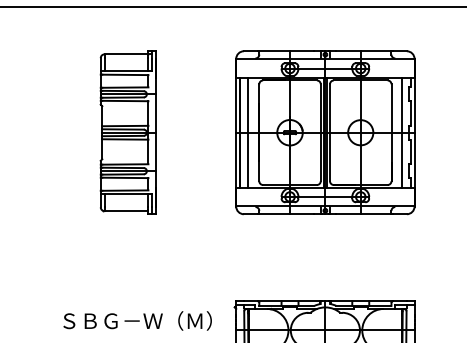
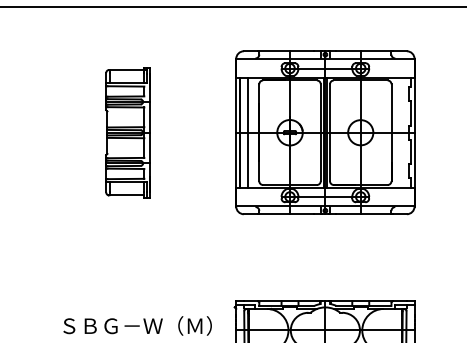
part at (127, 132) size: 58x165 px -> 46x132 px
line at (402, 132): present -> none
text at (137, 320) position: (137, 320) -> (137, 325)
